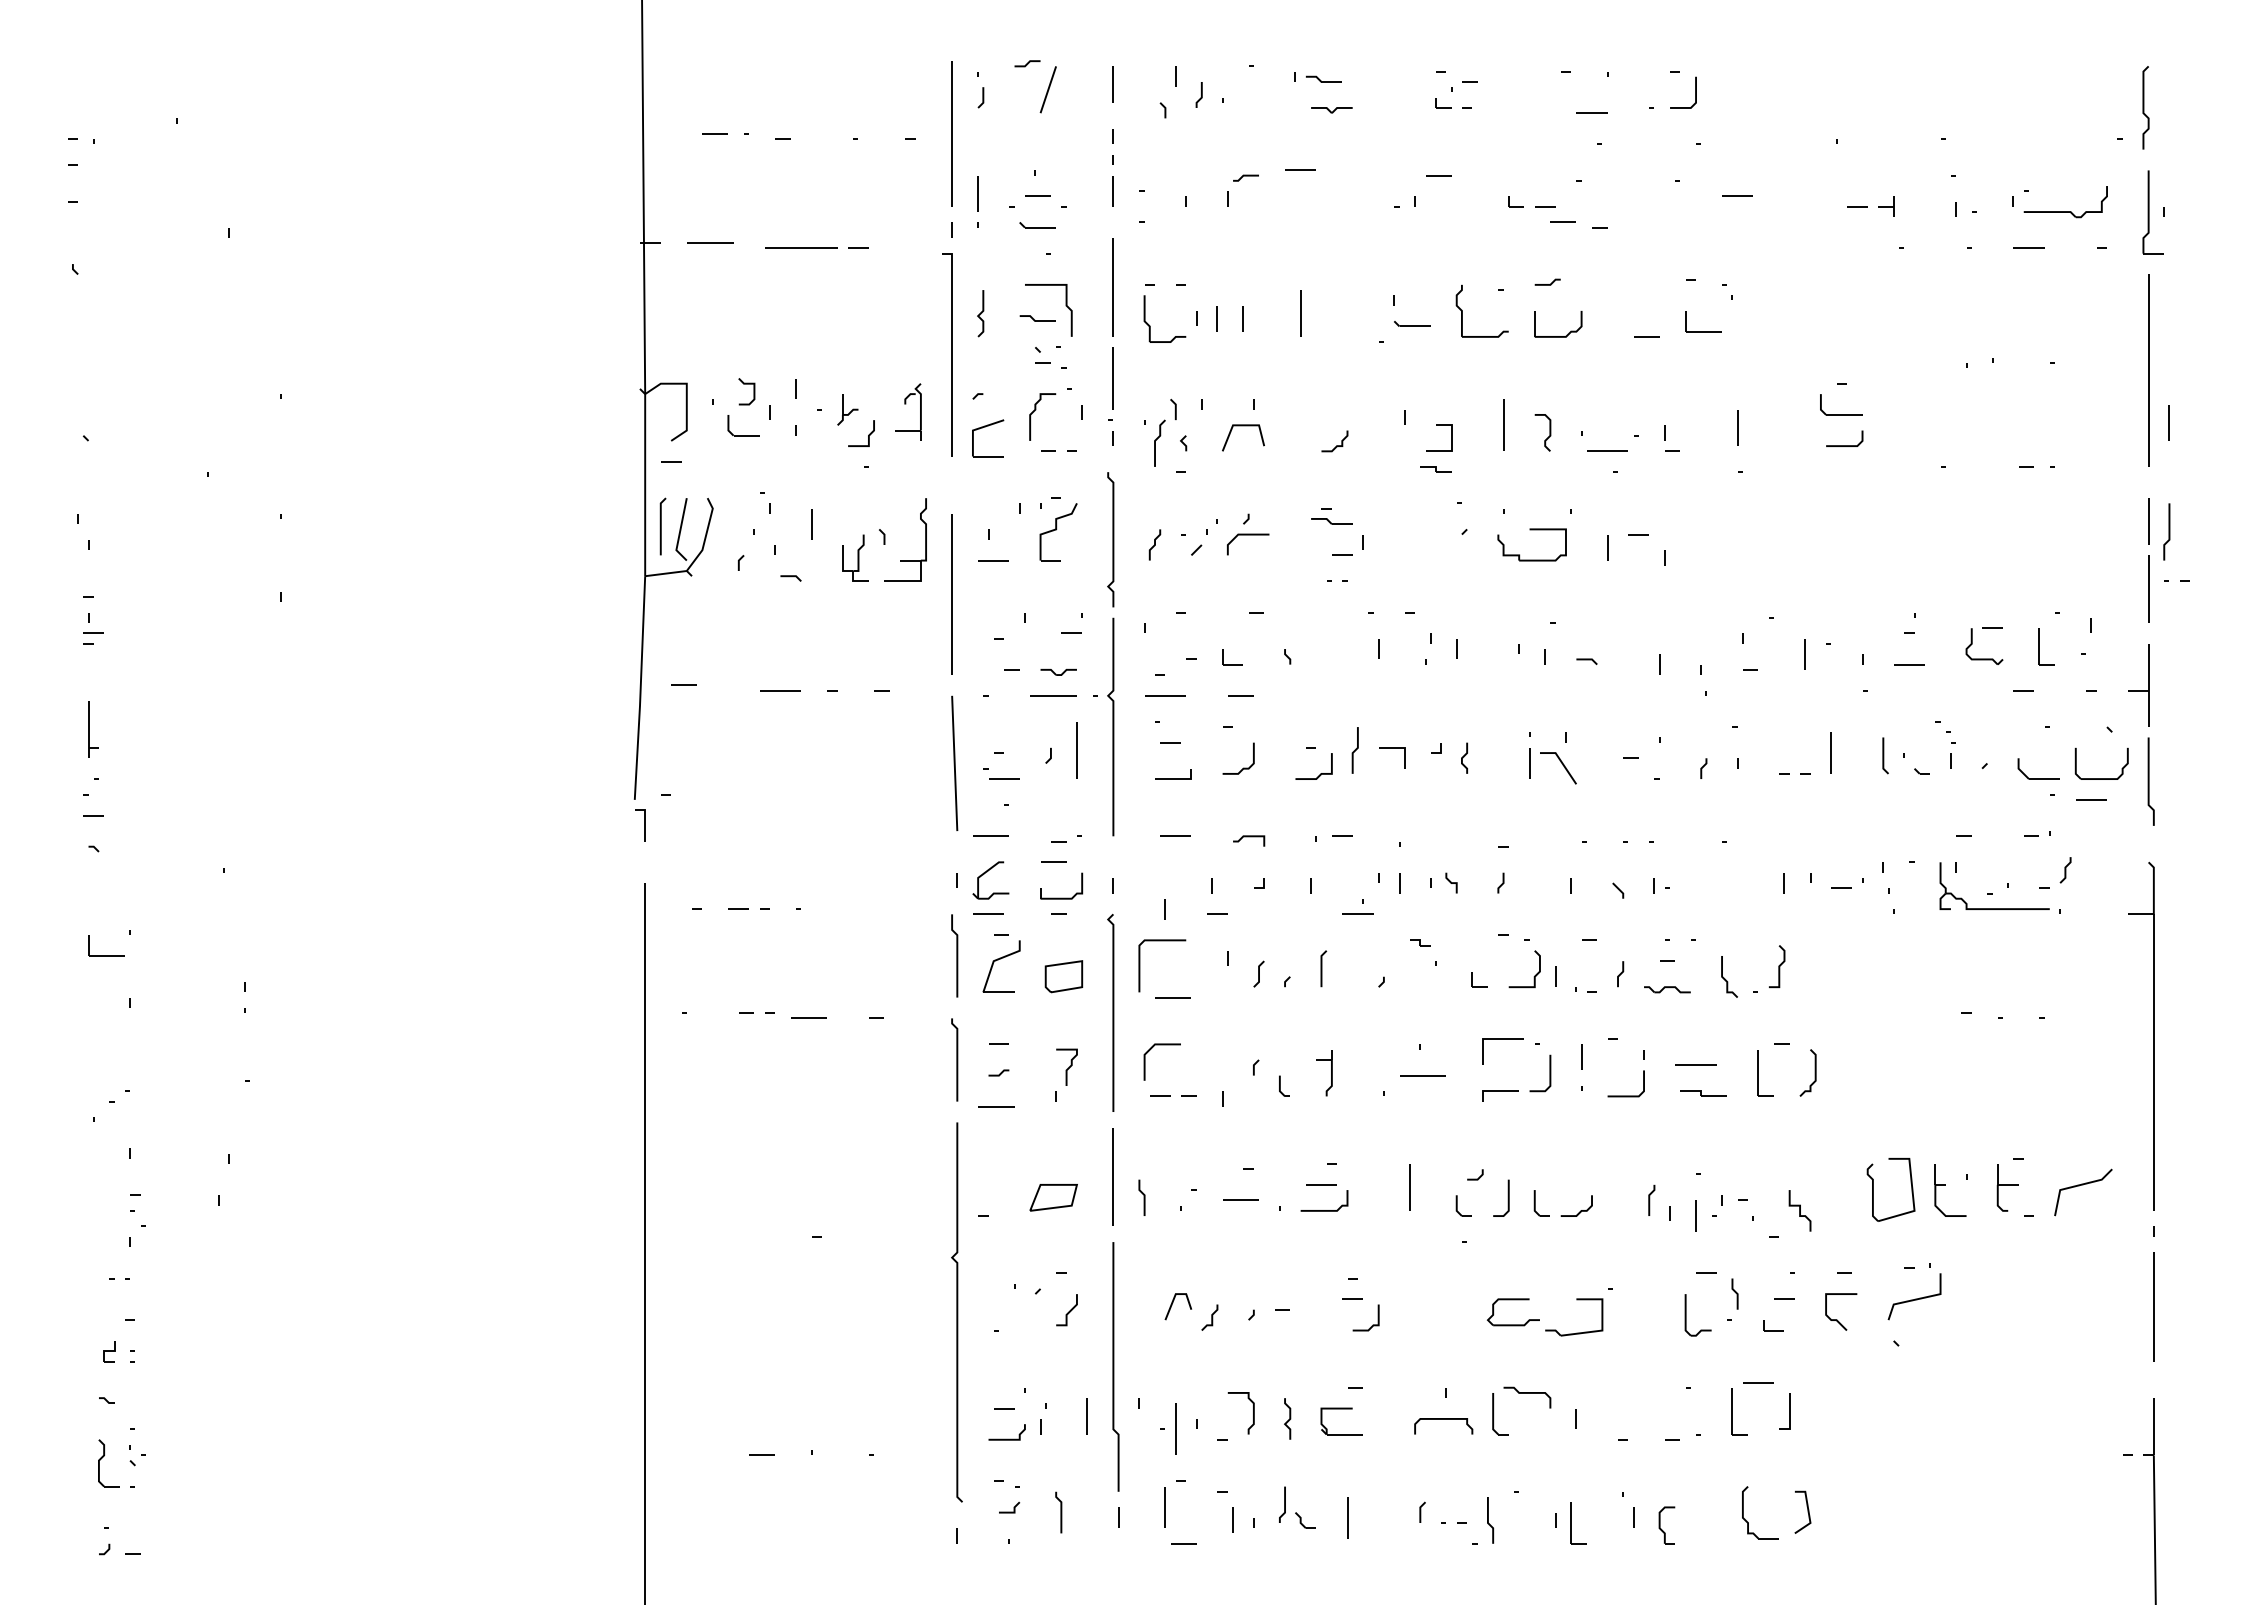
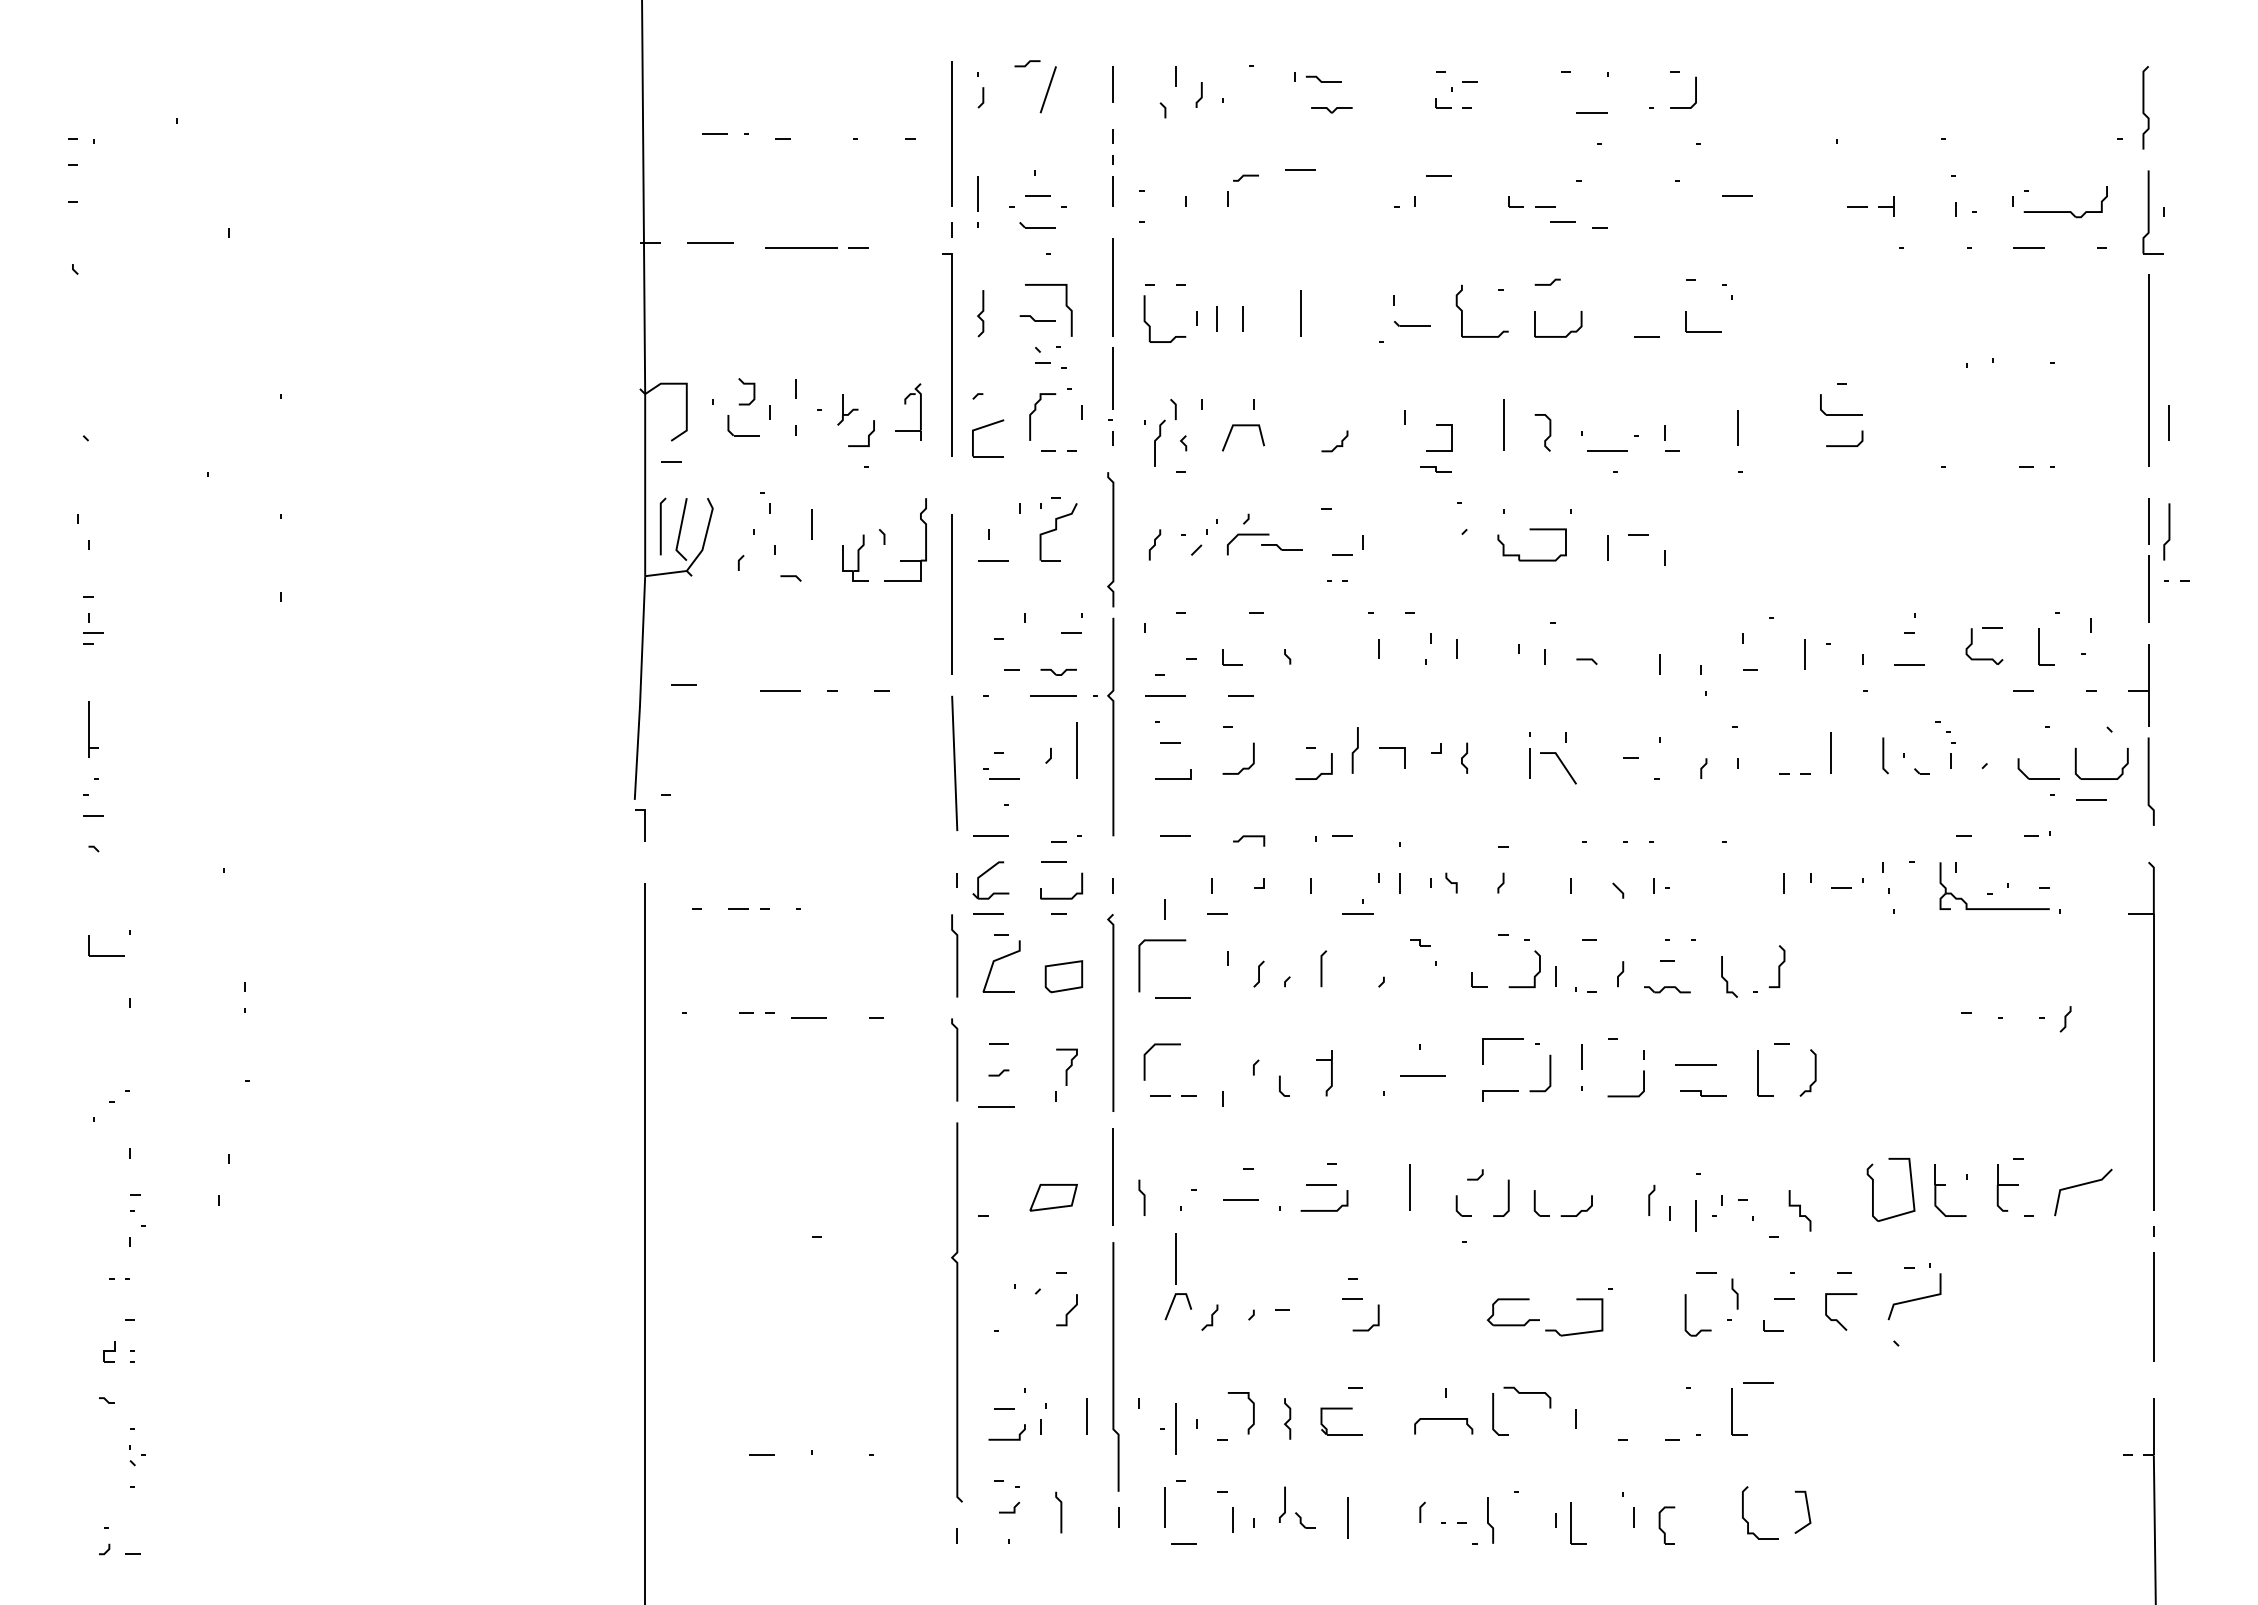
part at (1331, 521) position: (1331, 521) -> (1281, 547)
line at (2065, 870) position: (2065, 870) -> (2065, 1019)
line at (1175, 1258): none -> present
line at (1789, 1411): present -> none
part at (103, 1457): present -> none
